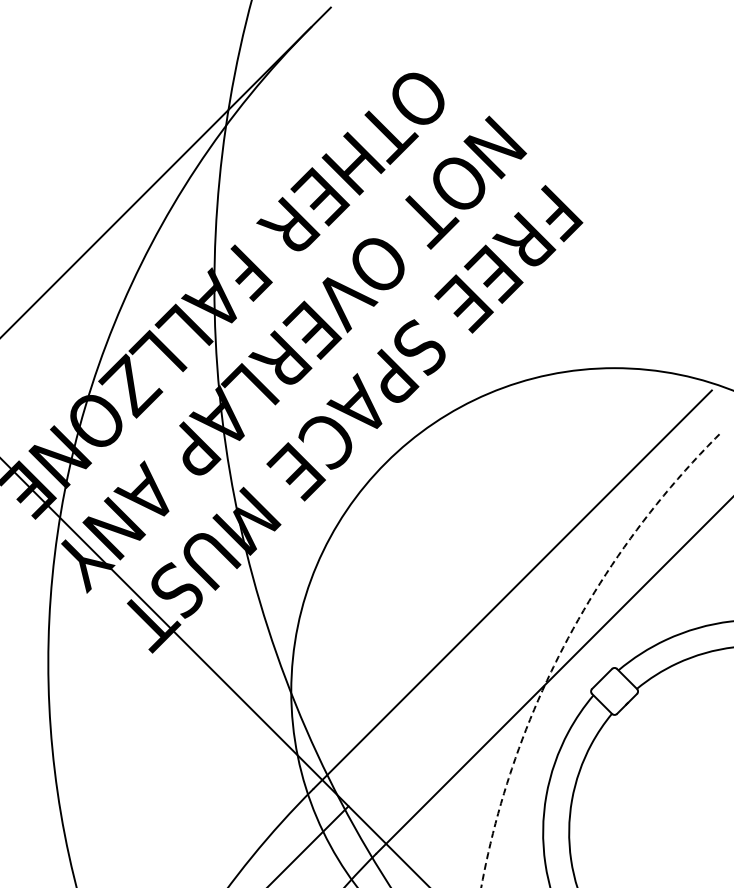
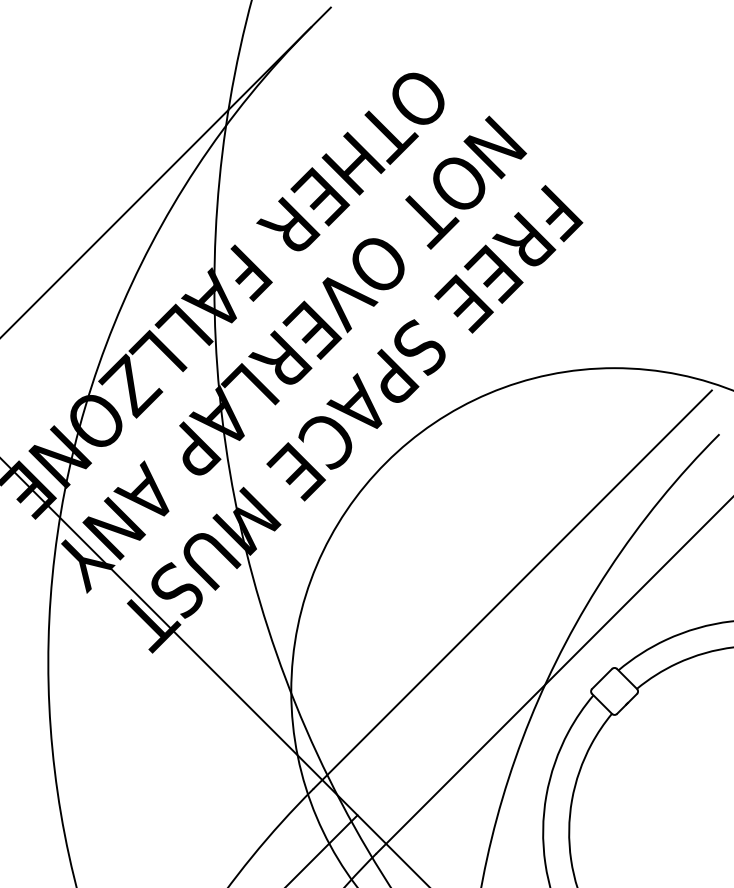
arc at (565, 642): dashed -> solid
line at (309, 845) position: (309, 845) -> (322, 849)
